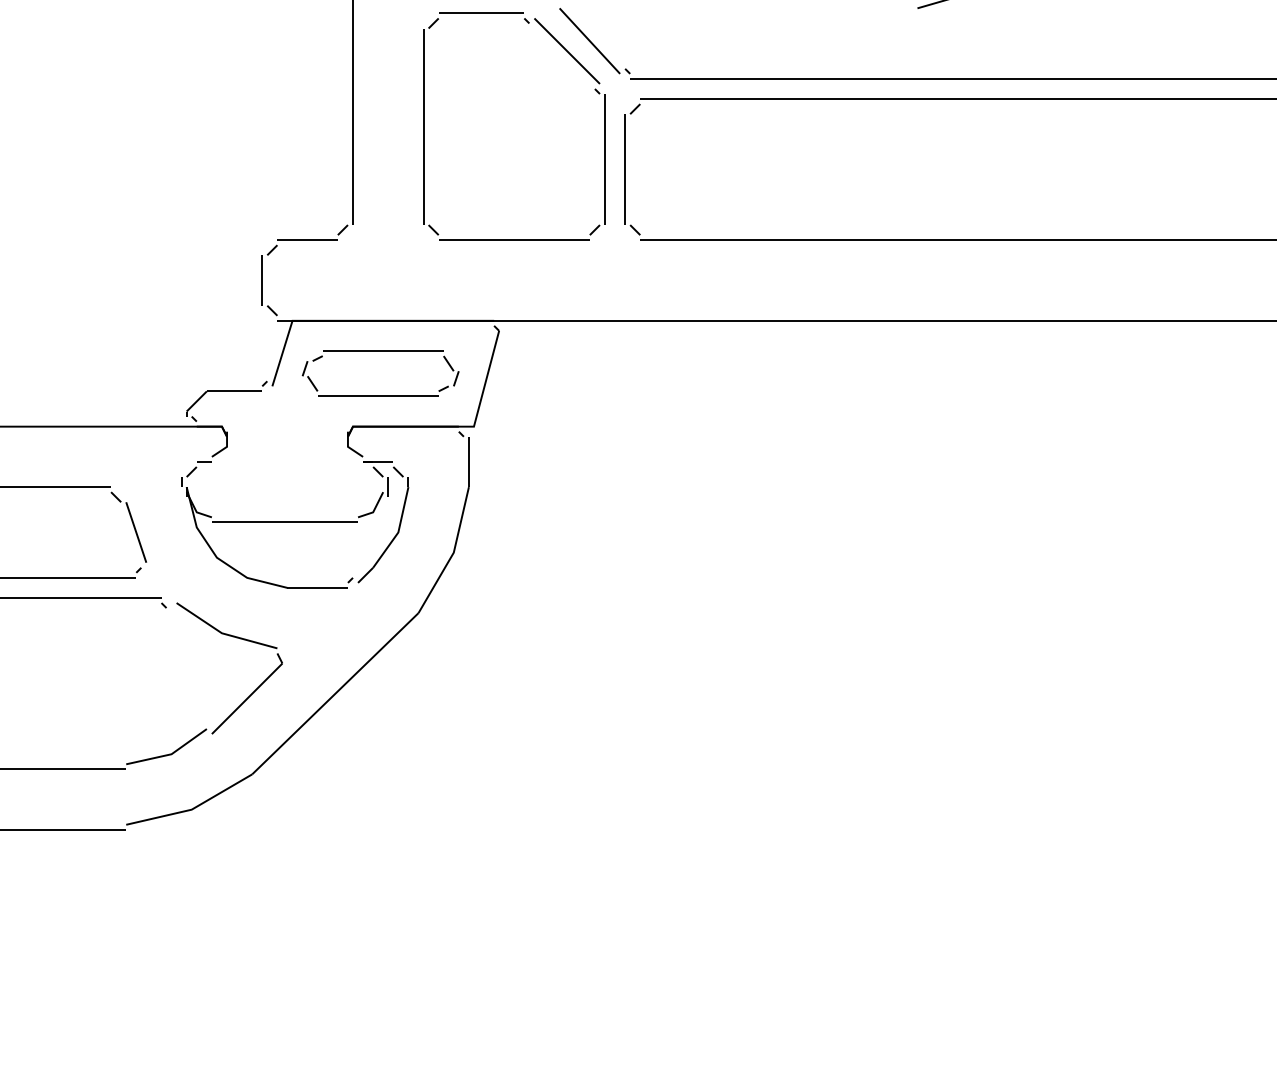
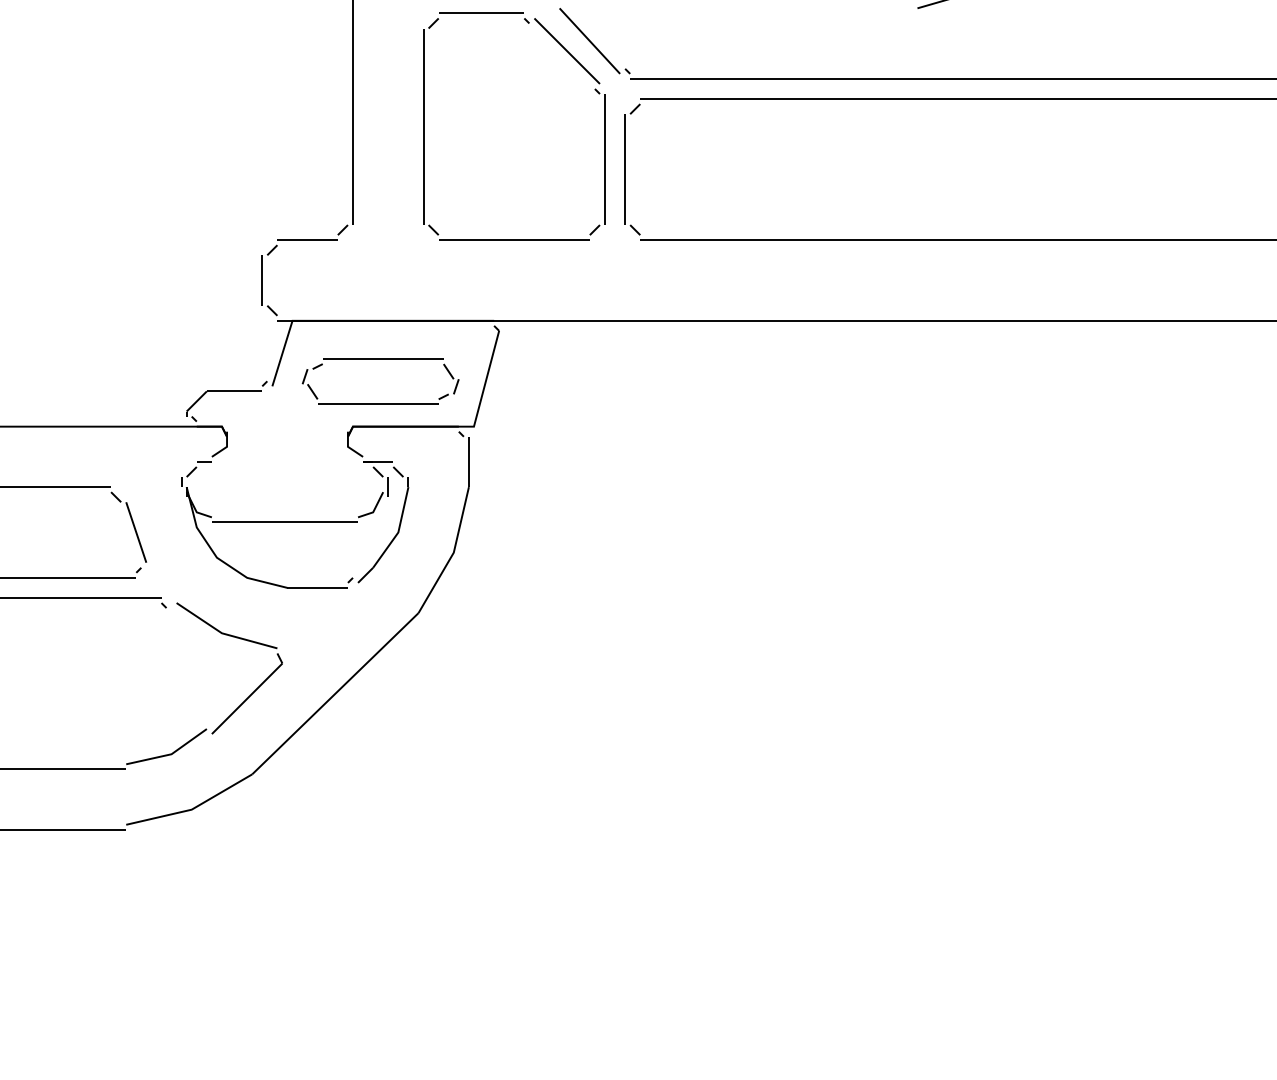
part at (380, 351) position: (380, 351) -> (380, 359)
